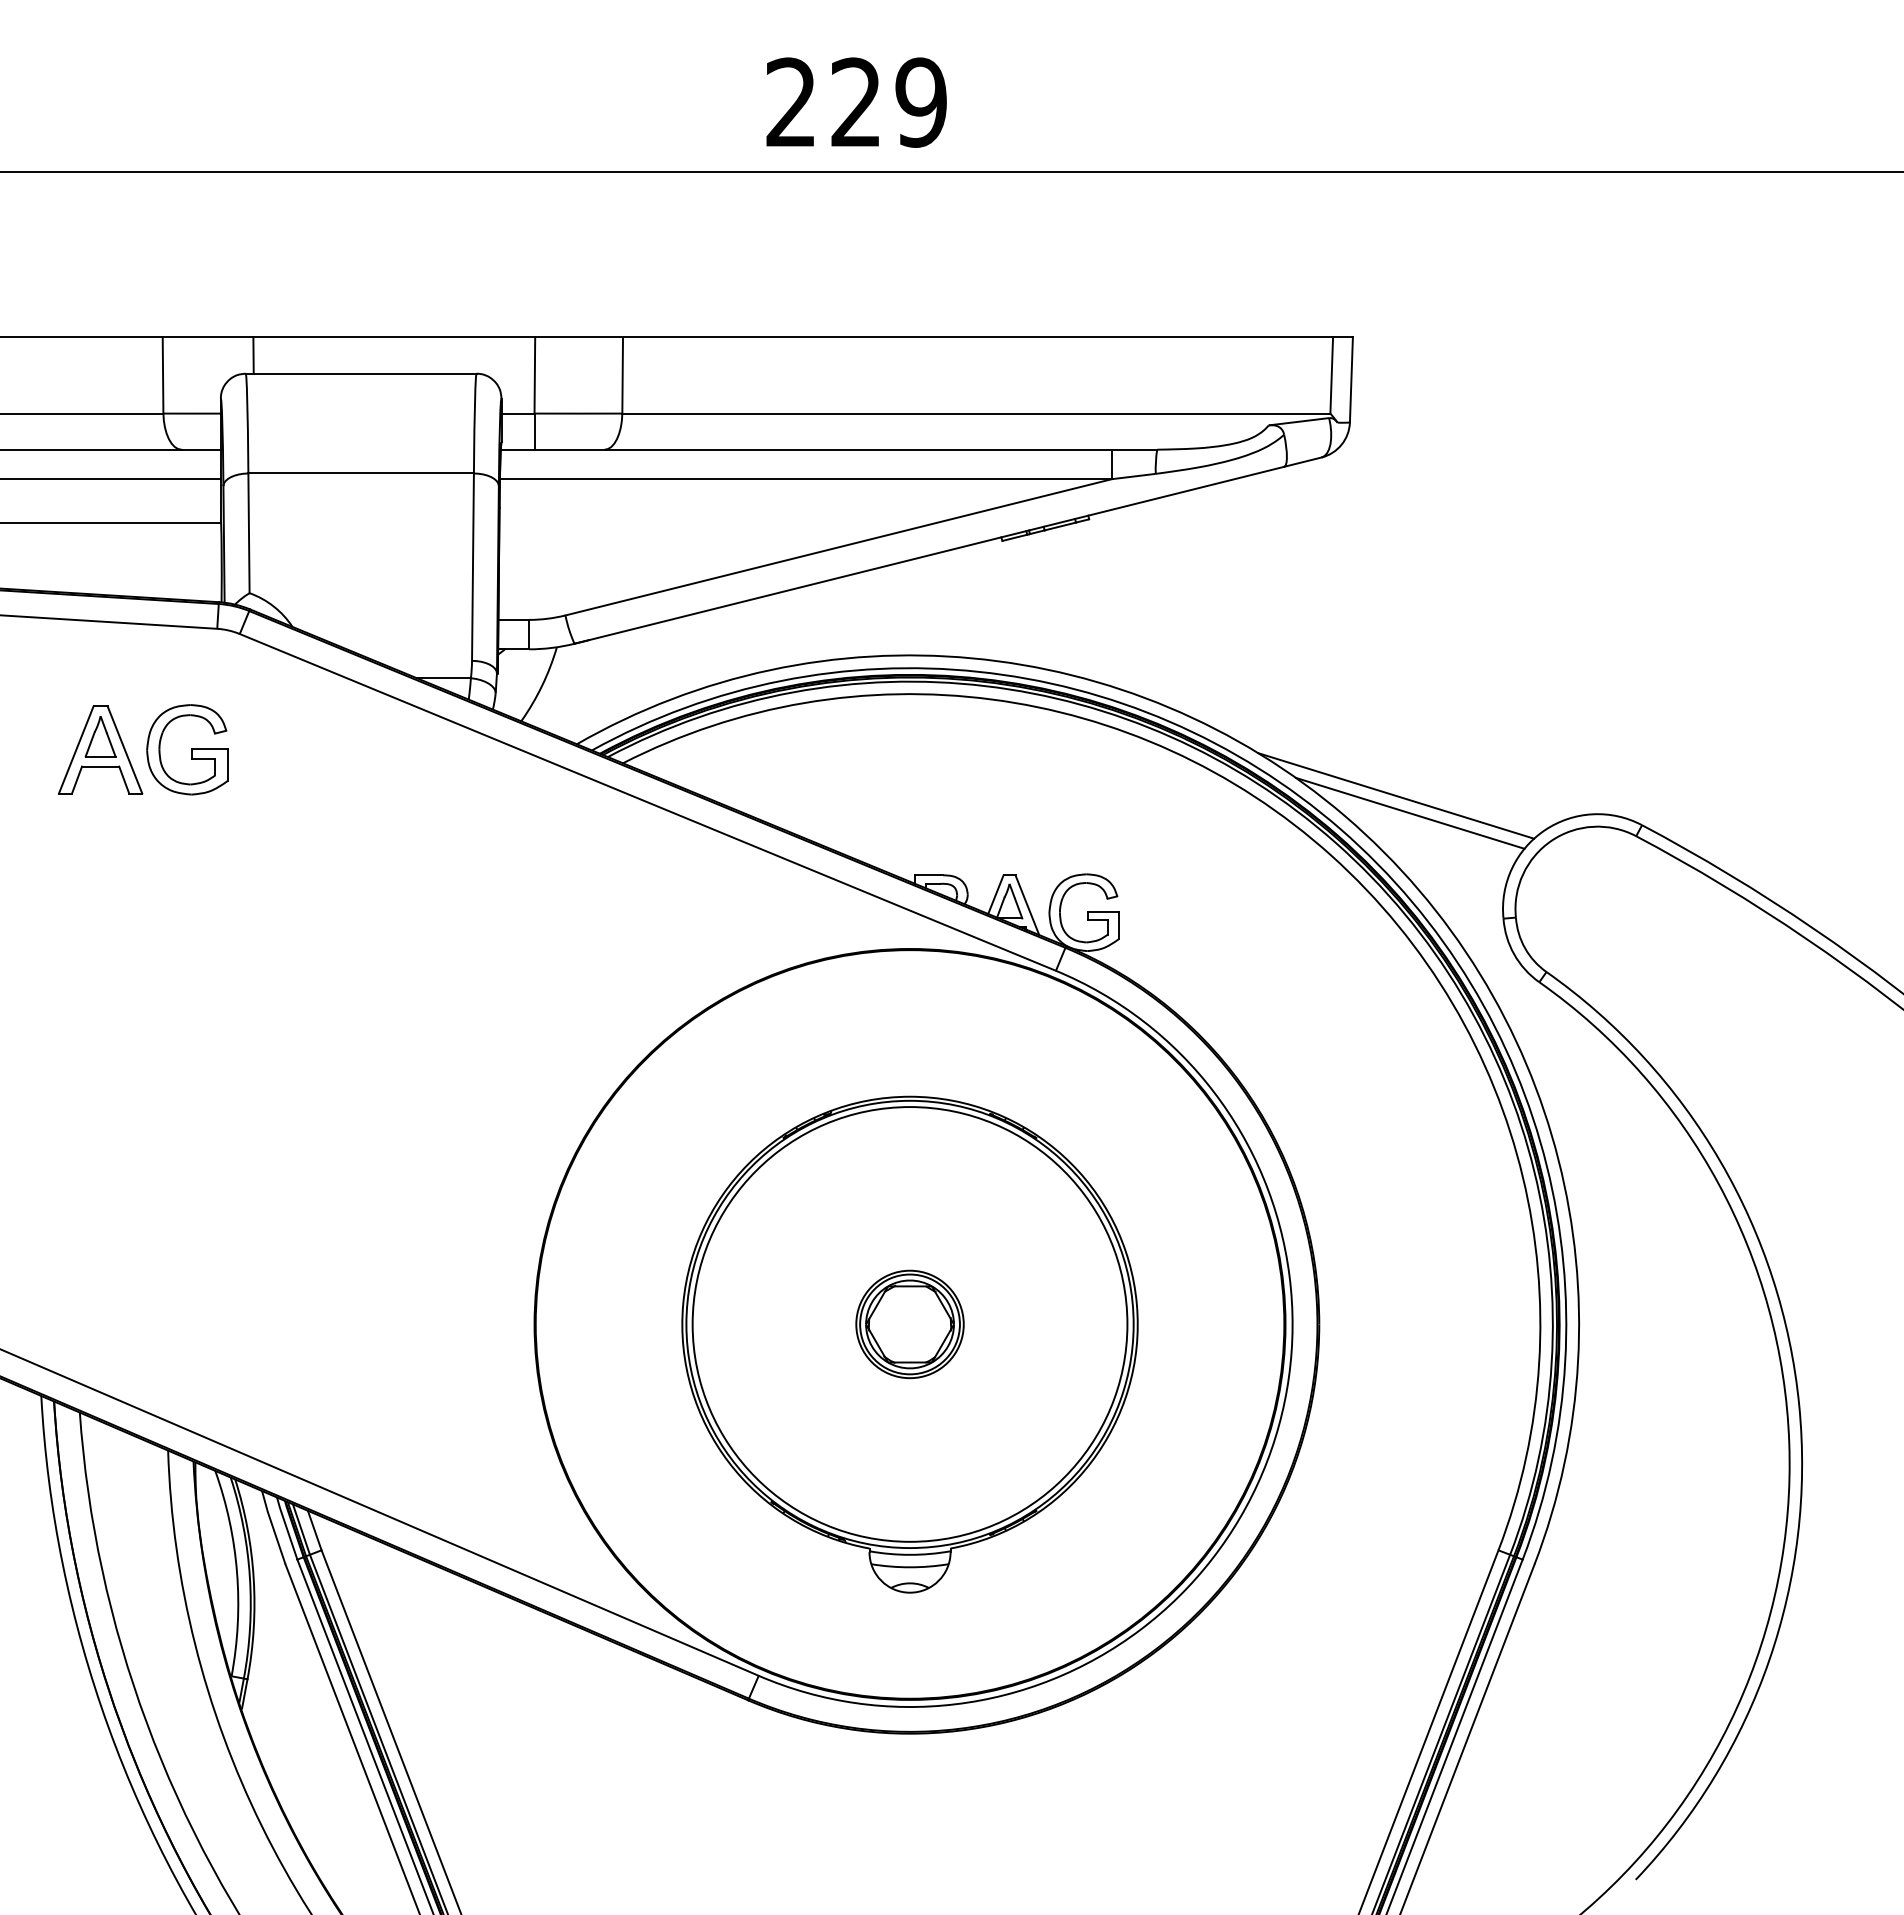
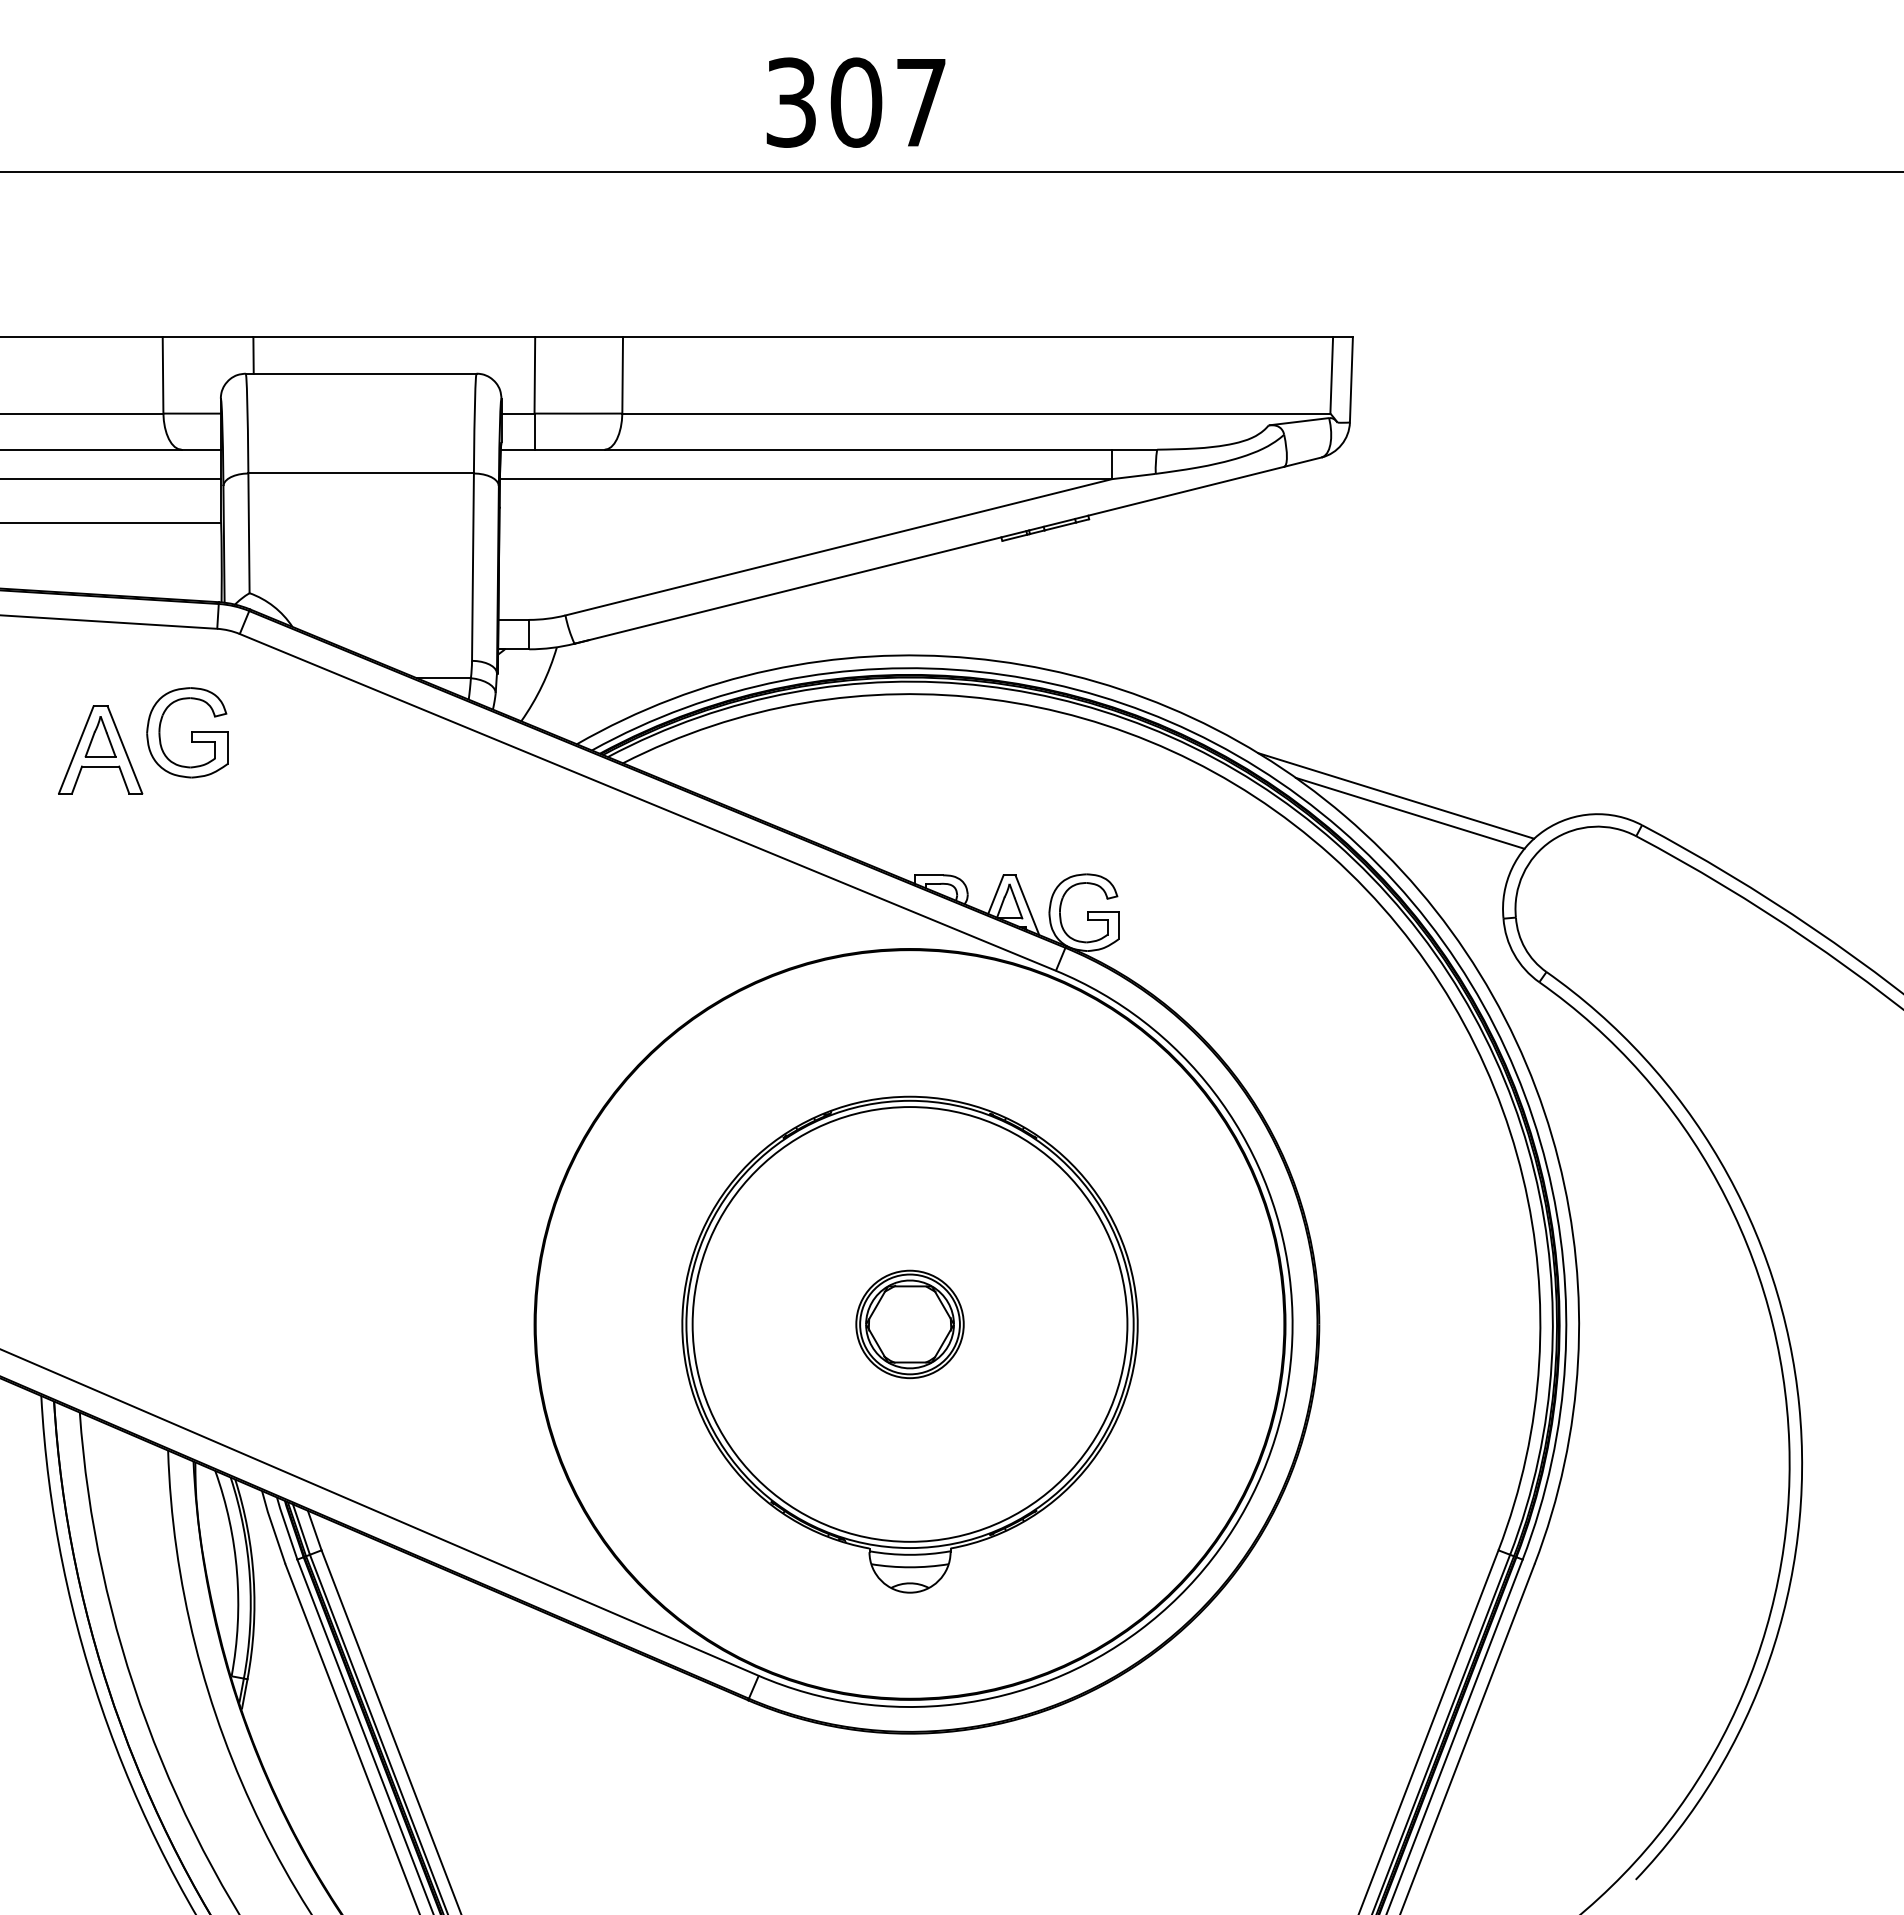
text at (856, 102): 229 -> 307
part at (187, 749) position: (187, 749) -> (187, 732)
